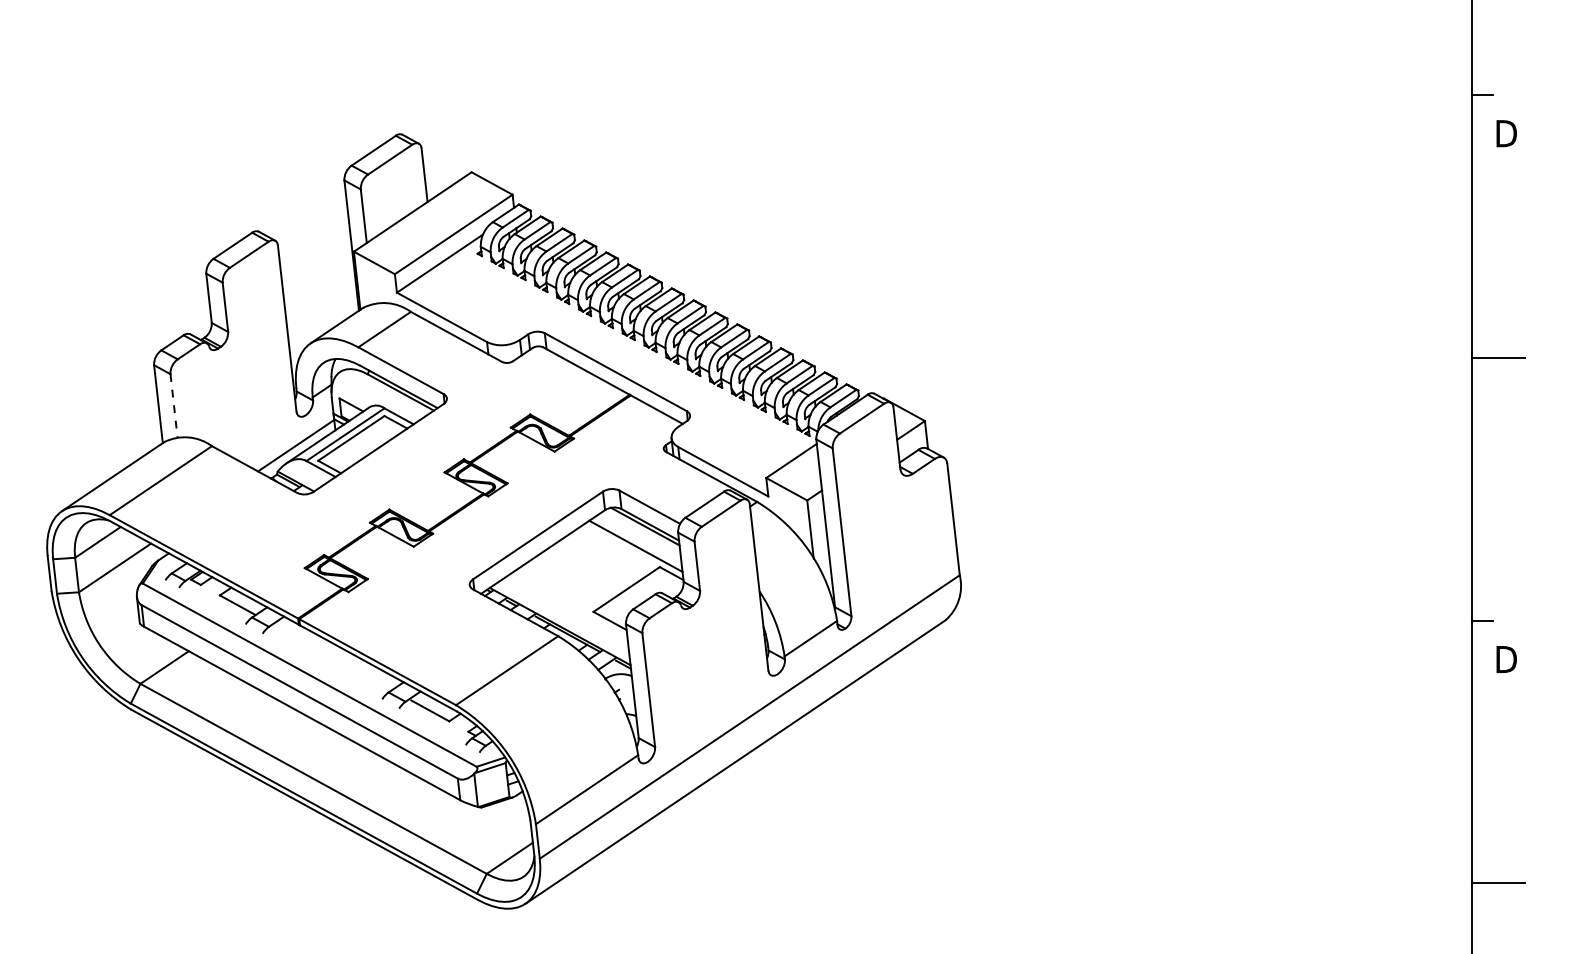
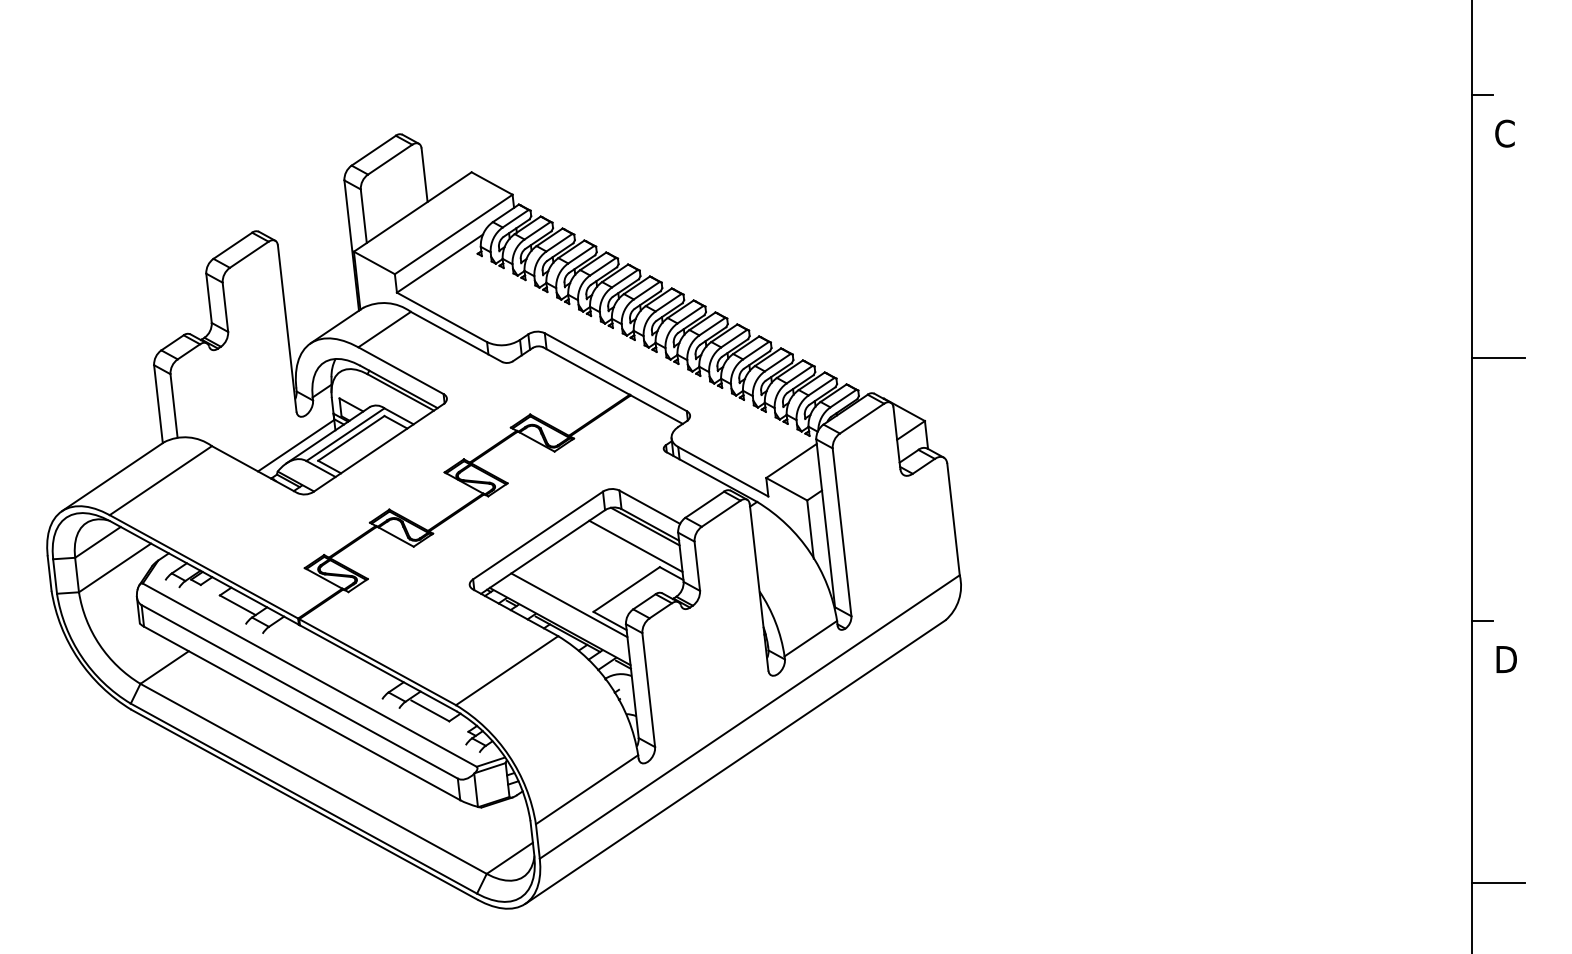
text at (1505, 133): D -> C
line at (174, 405): dashed -> solid
line at (569, 605): none -> present
